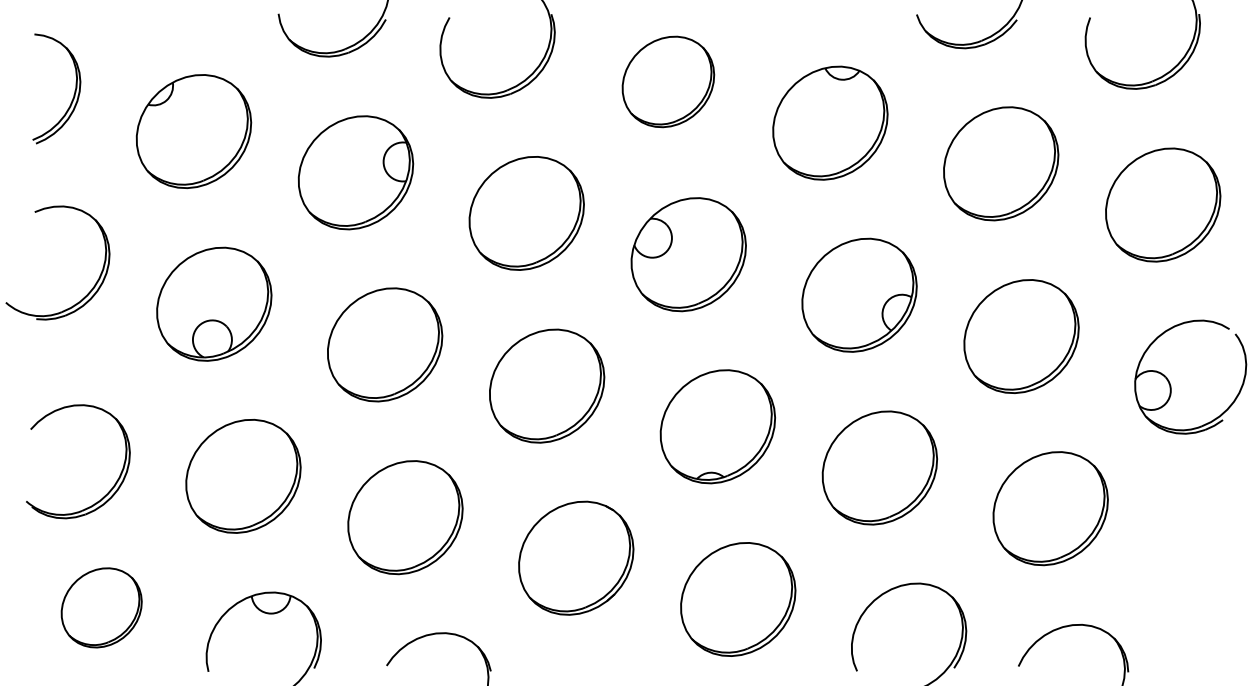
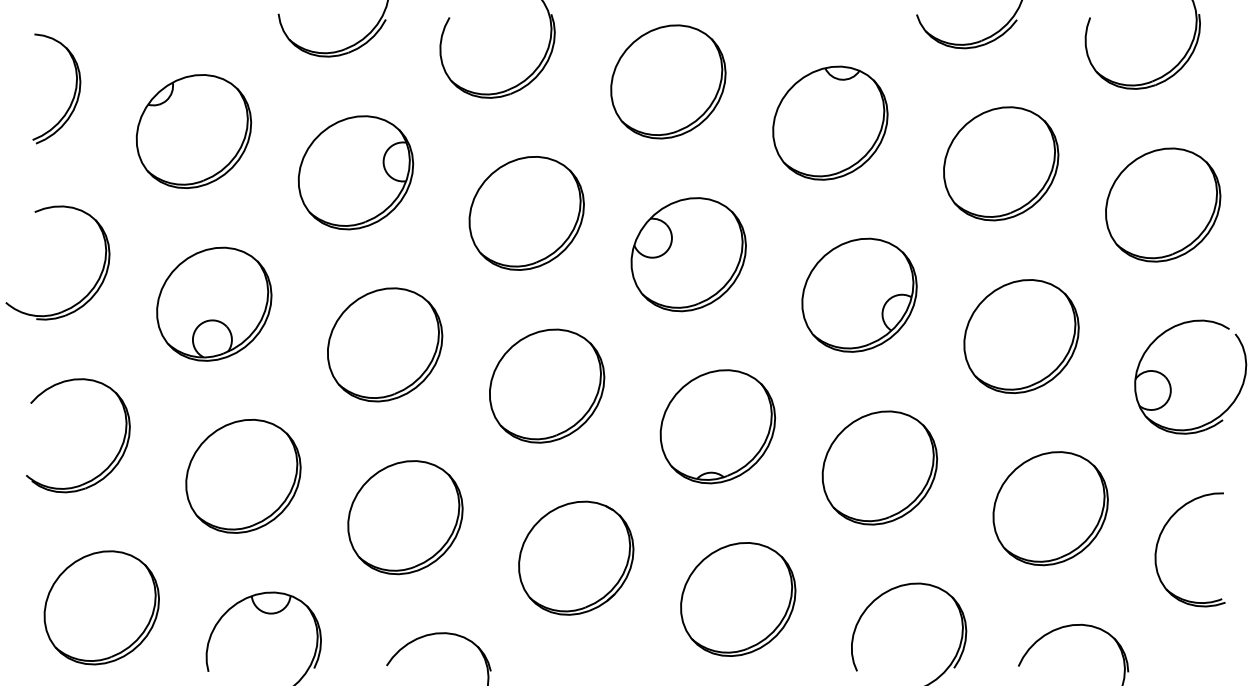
part at (668, 81) size: 95x94 px -> 117x116 px
part at (112, 486) position: (112, 486) -> (112, 460)
part at (1159, 540): none -> present
part at (101, 607) size: 83x82 px -> 117x116 px
